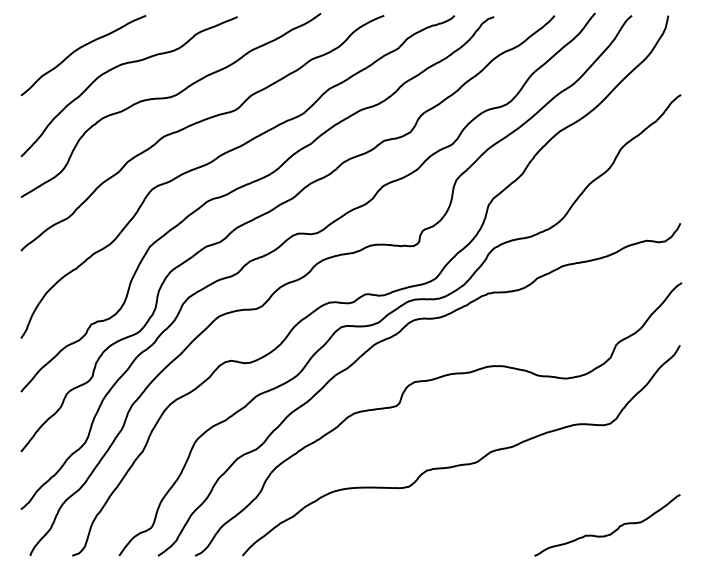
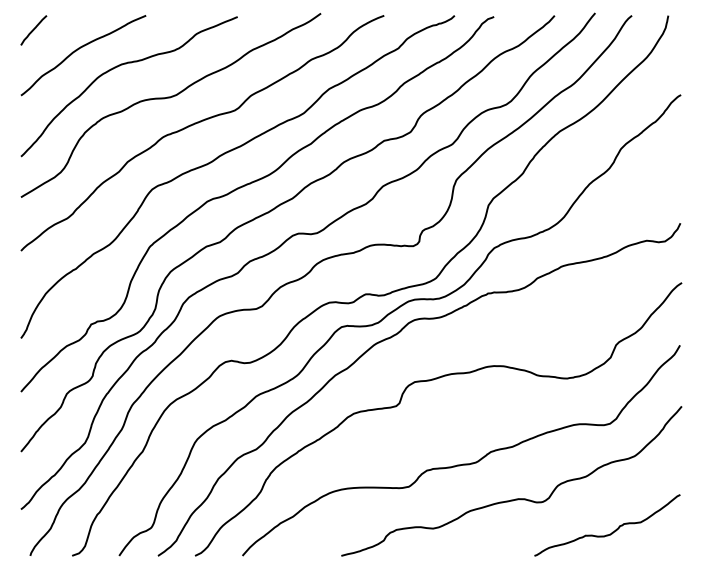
curve at (33, 30): none -> present
curve at (515, 498): none -> present
